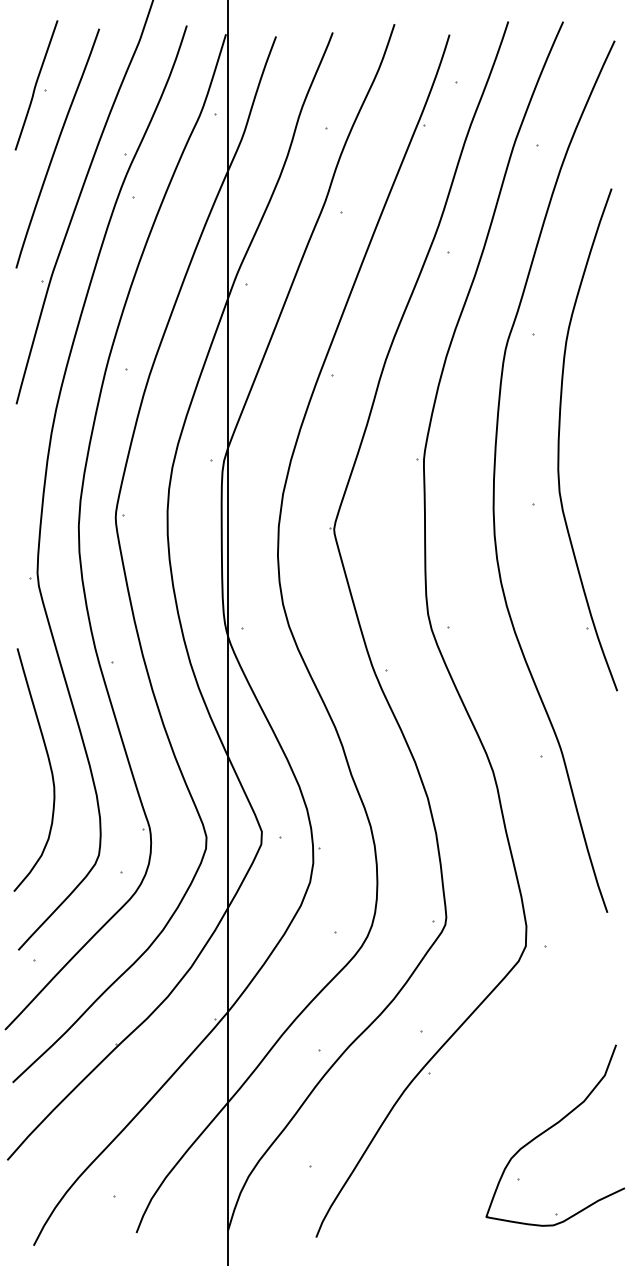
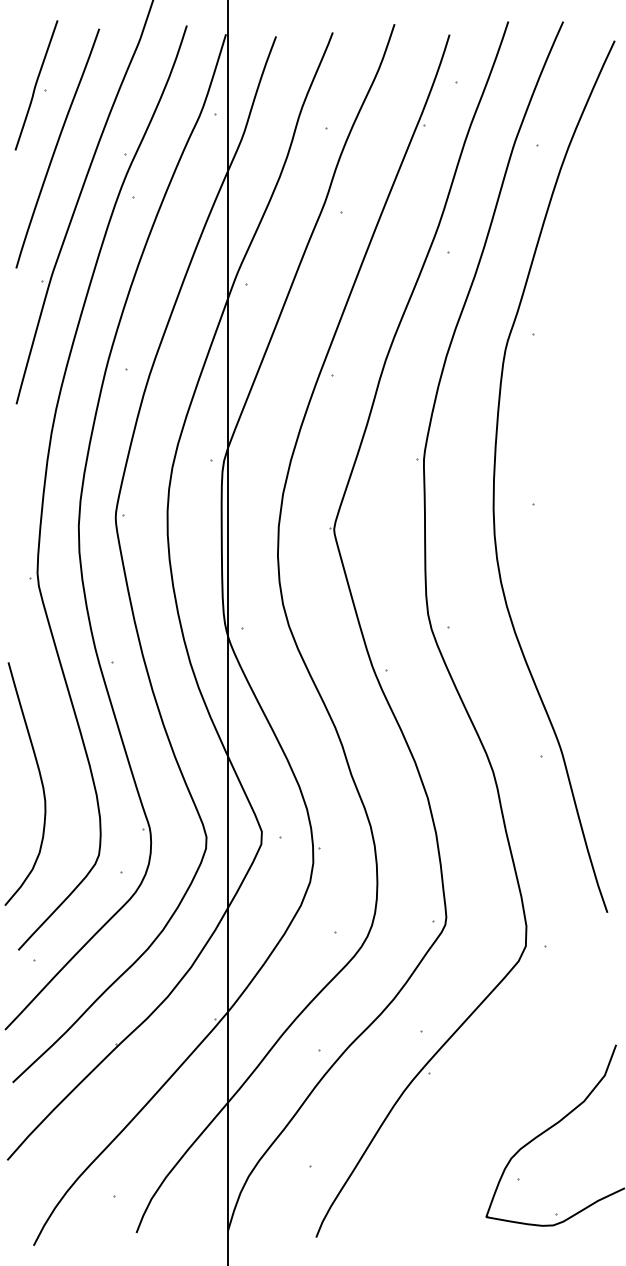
part at (559, 439): present -> none
curve at (49, 766) position: (49, 766) -> (40, 780)
